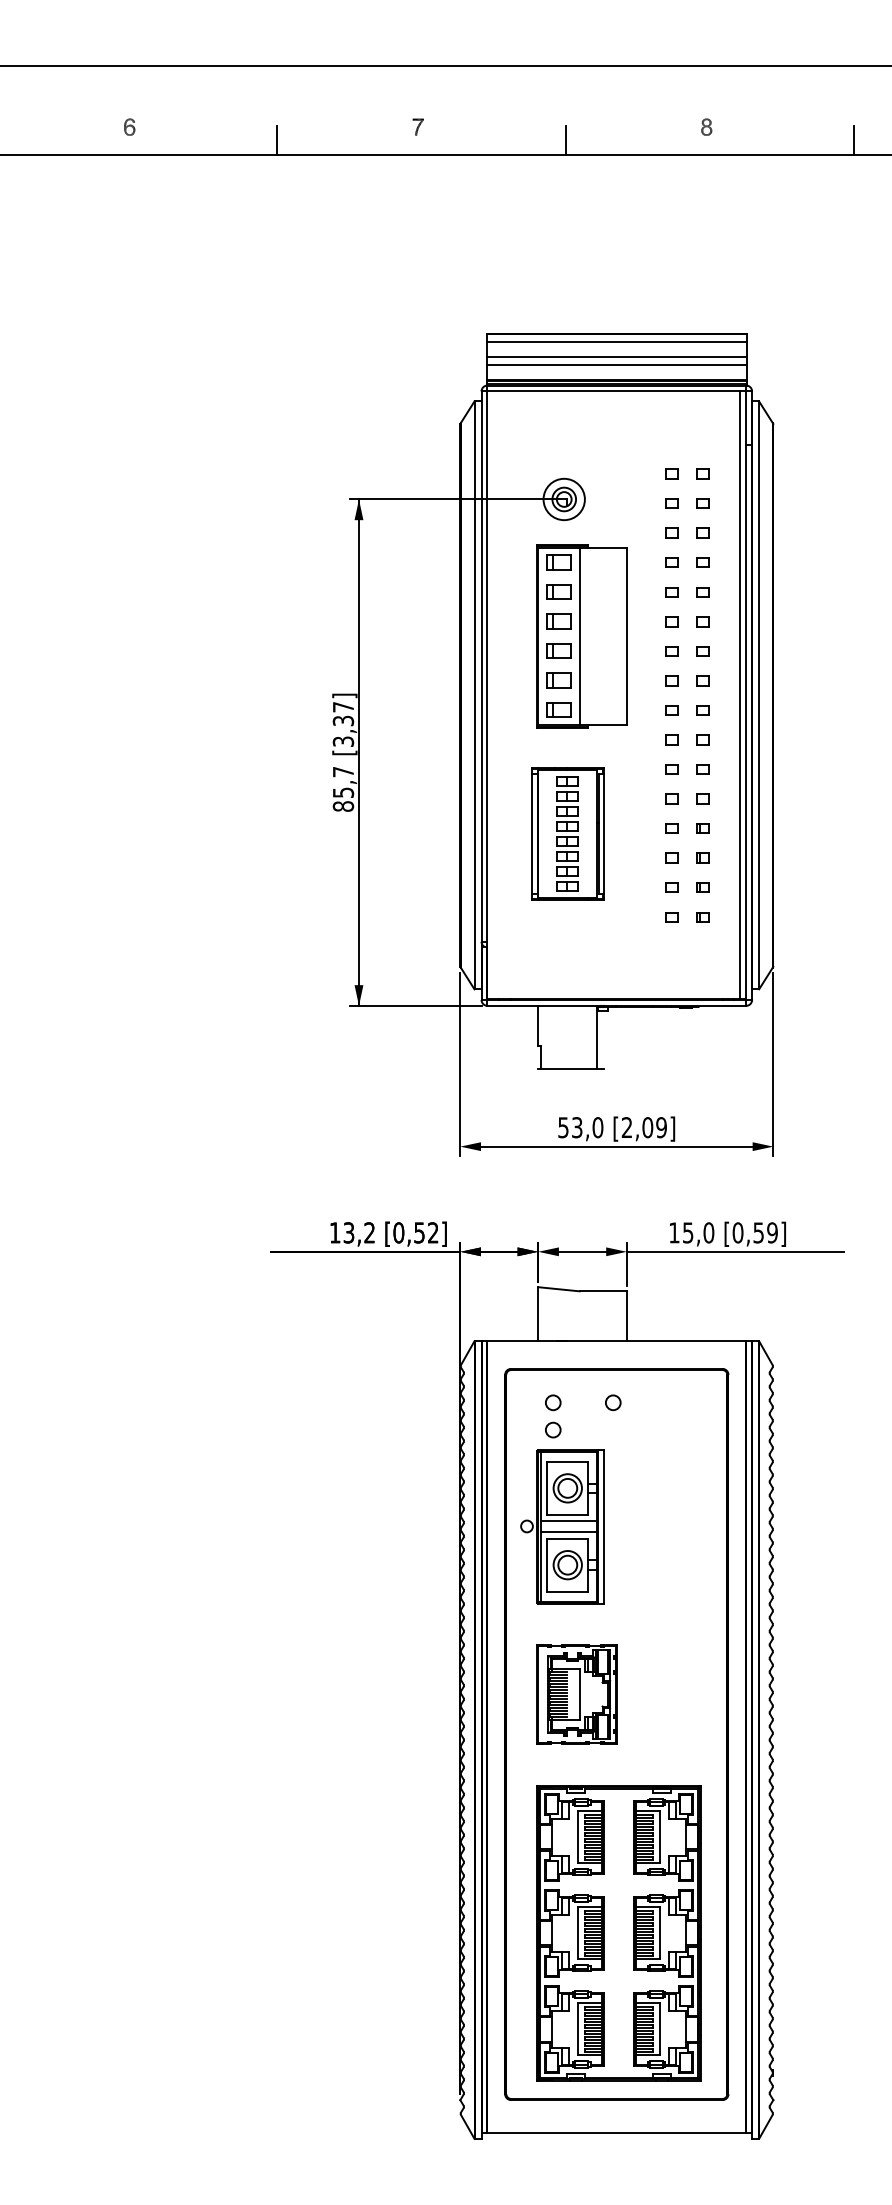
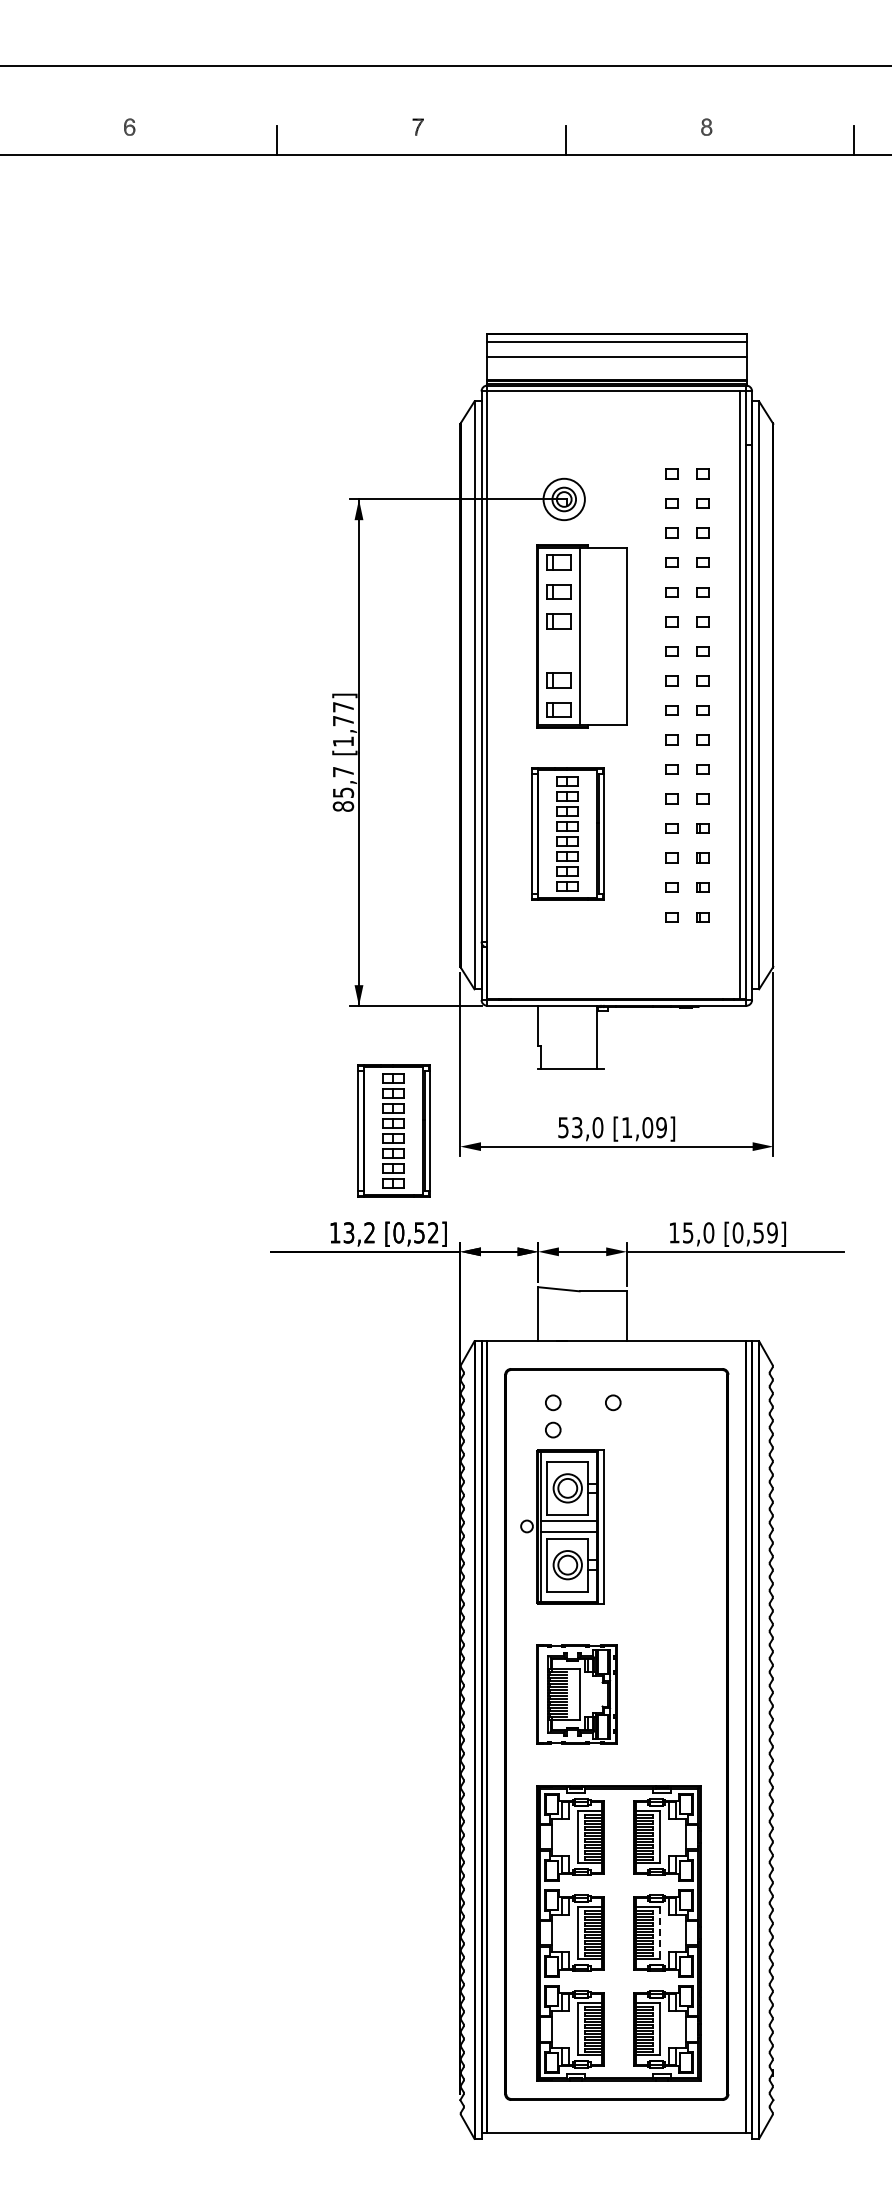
line at (616, 364): present -> none
part at (558, 650): present -> none
text at (343, 730): [3,37] -> [1,77]
text at (626, 1127): [2,09] -> [1,09]
part at (393, 1130): none -> present
line at (660, 1933): solid -> dashed
